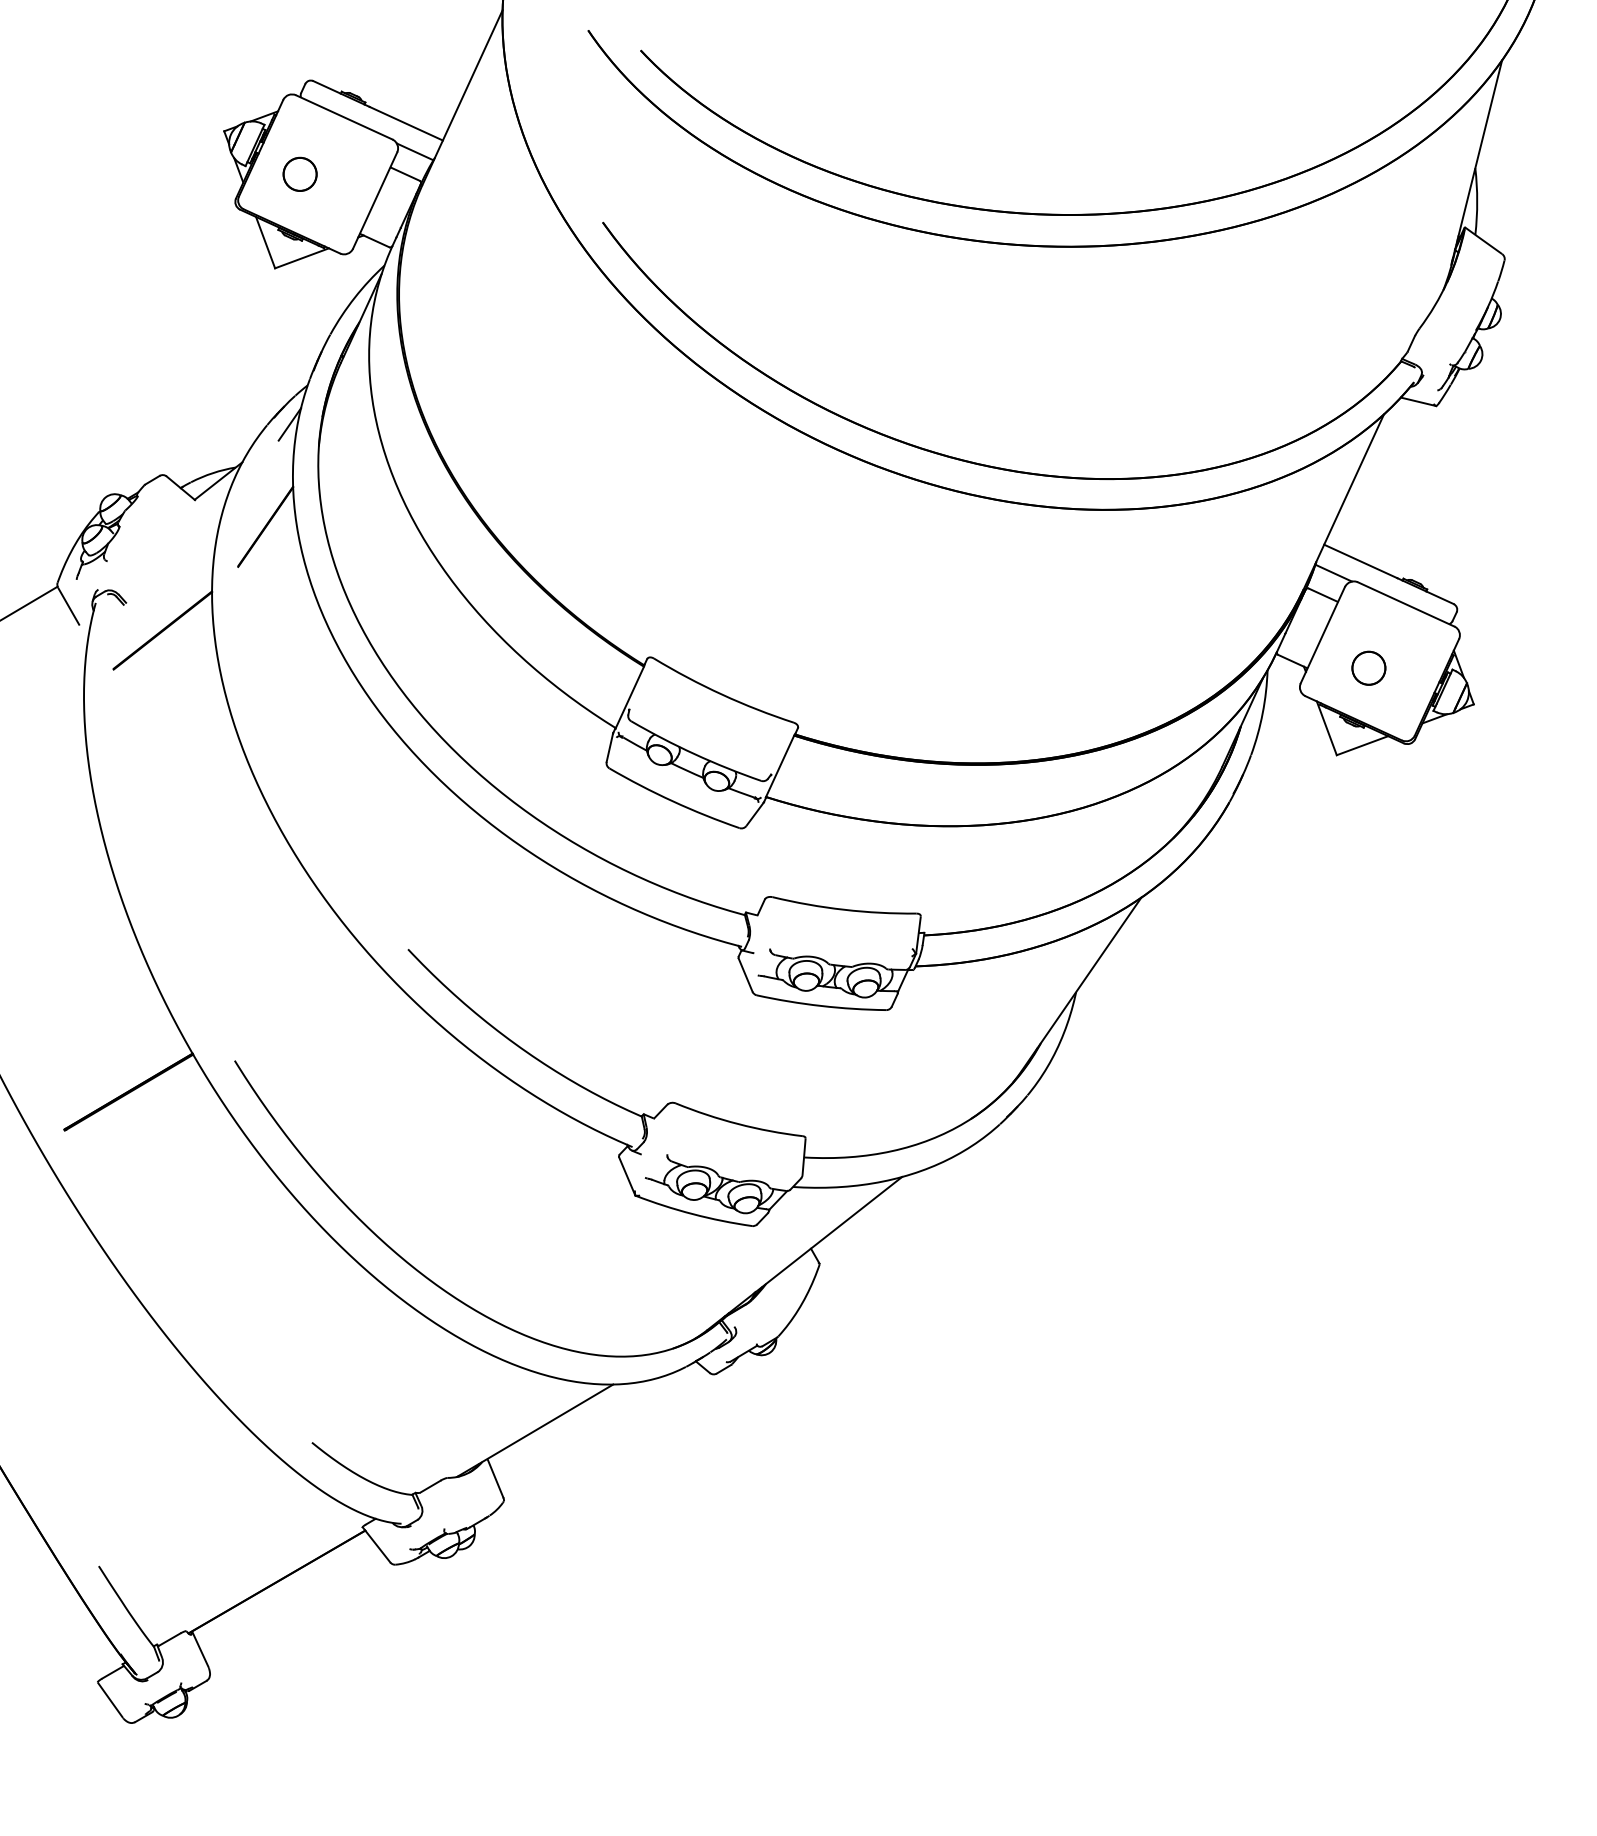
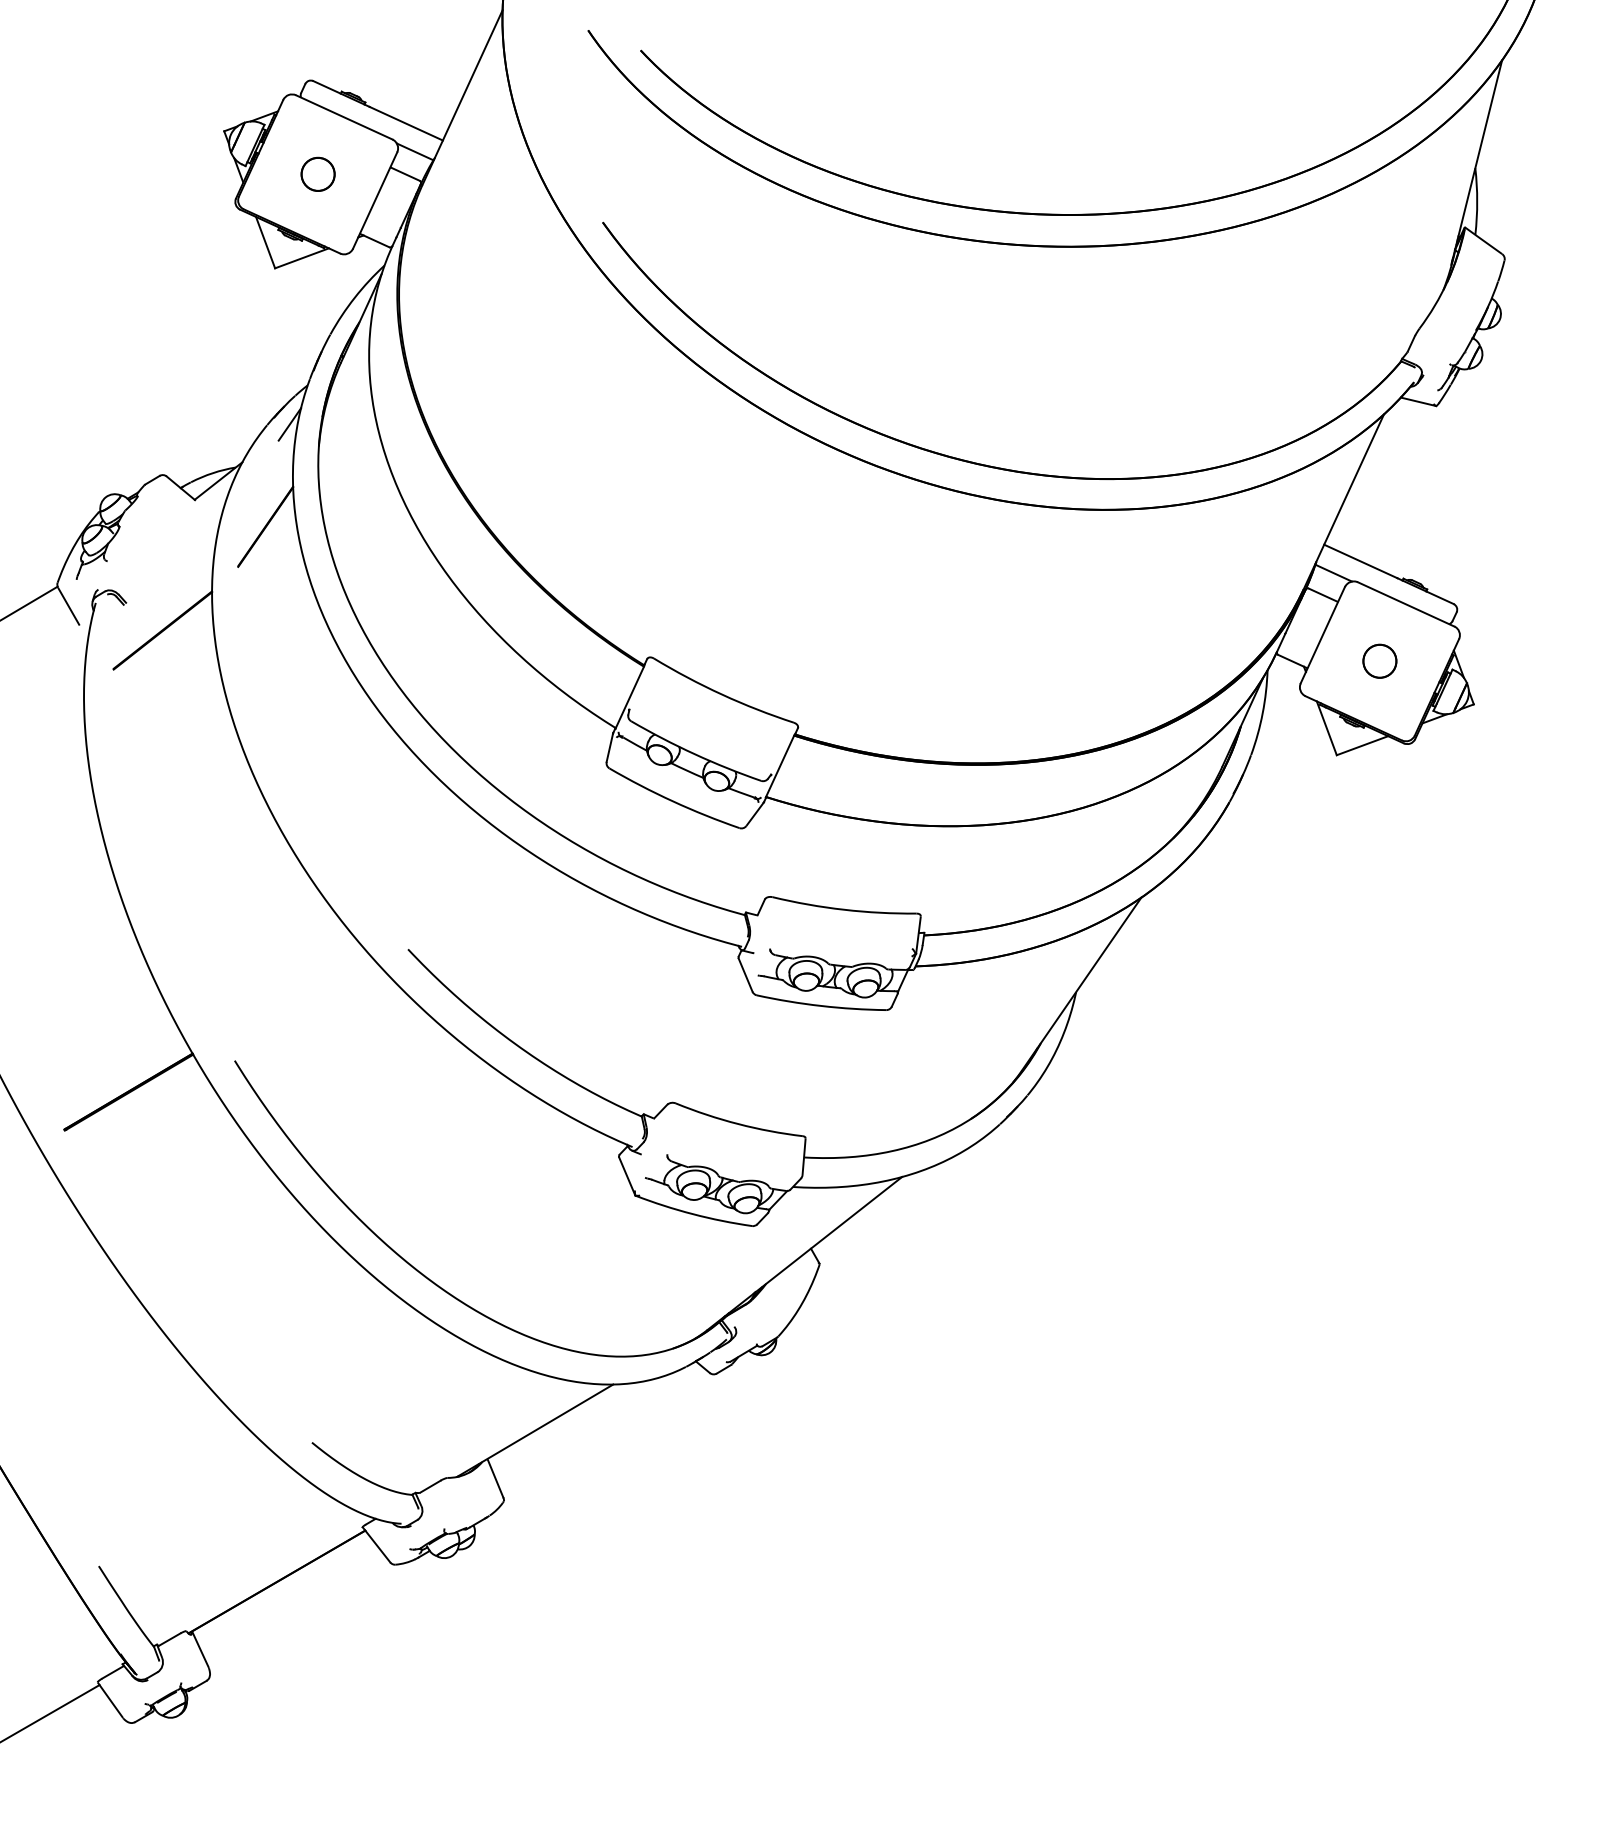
circle at (299, 173) position: (299, 173) -> (317, 173)
circle at (1368, 667) position: (1368, 667) -> (1379, 660)
line at (50, 1713): none -> present
